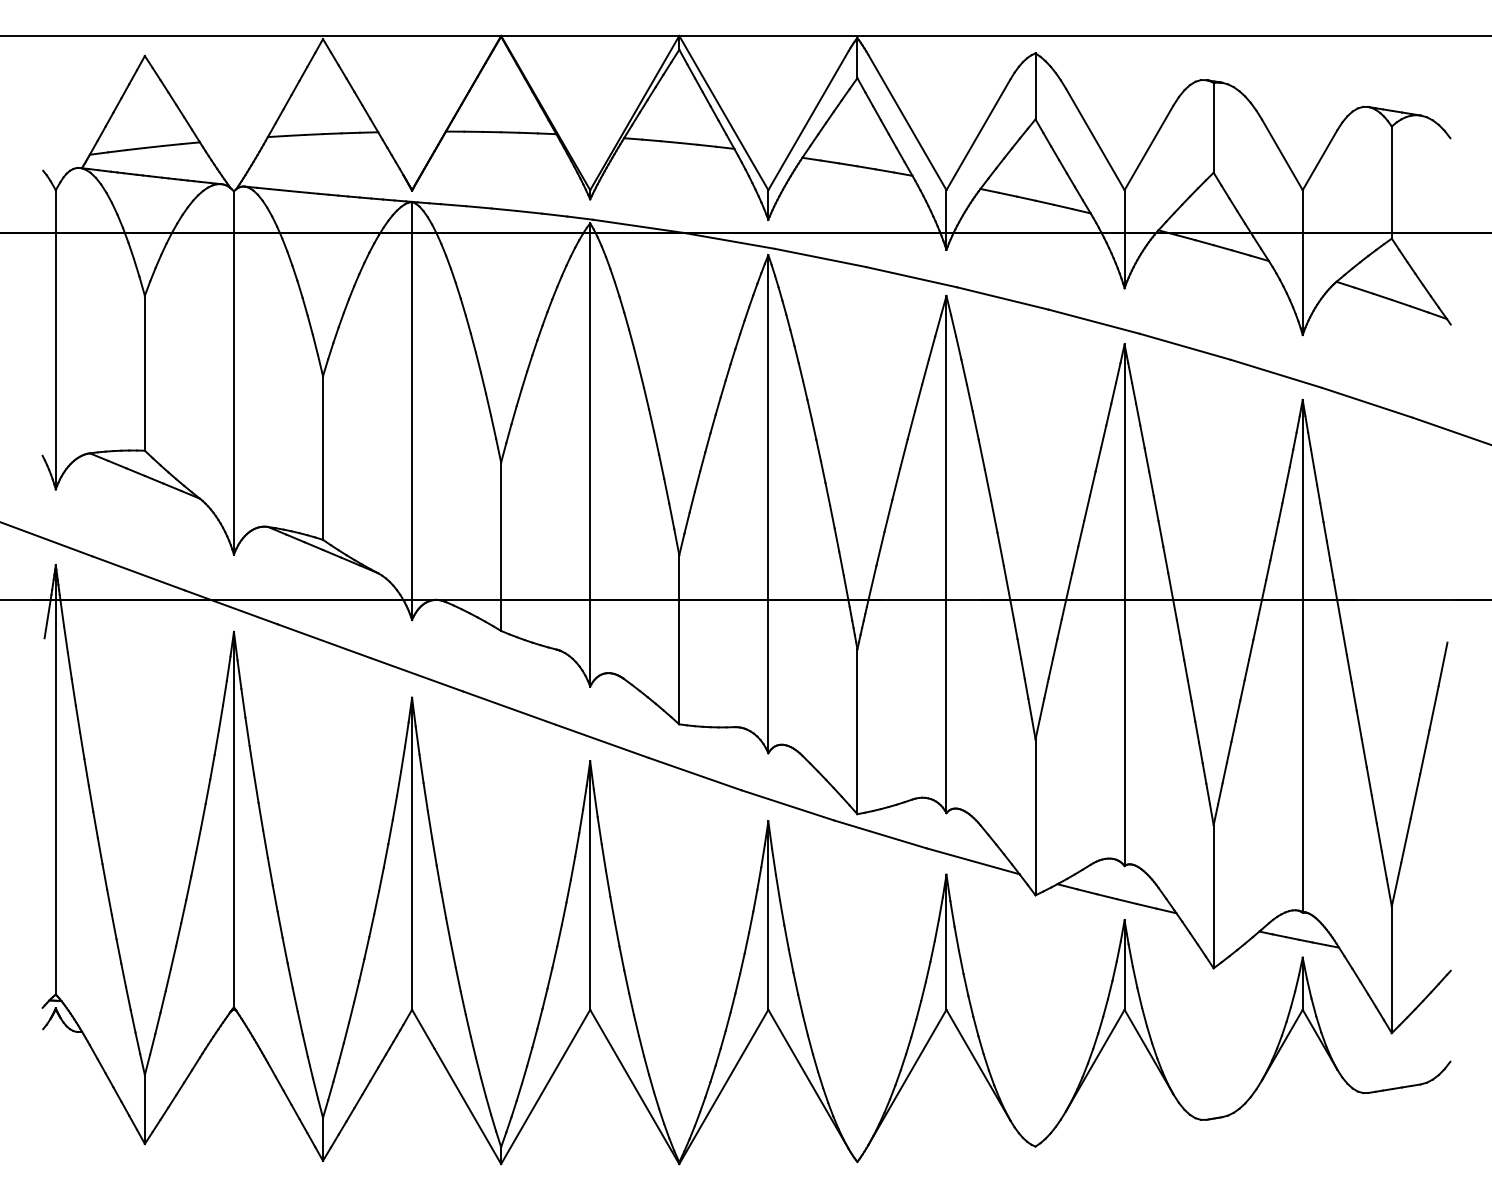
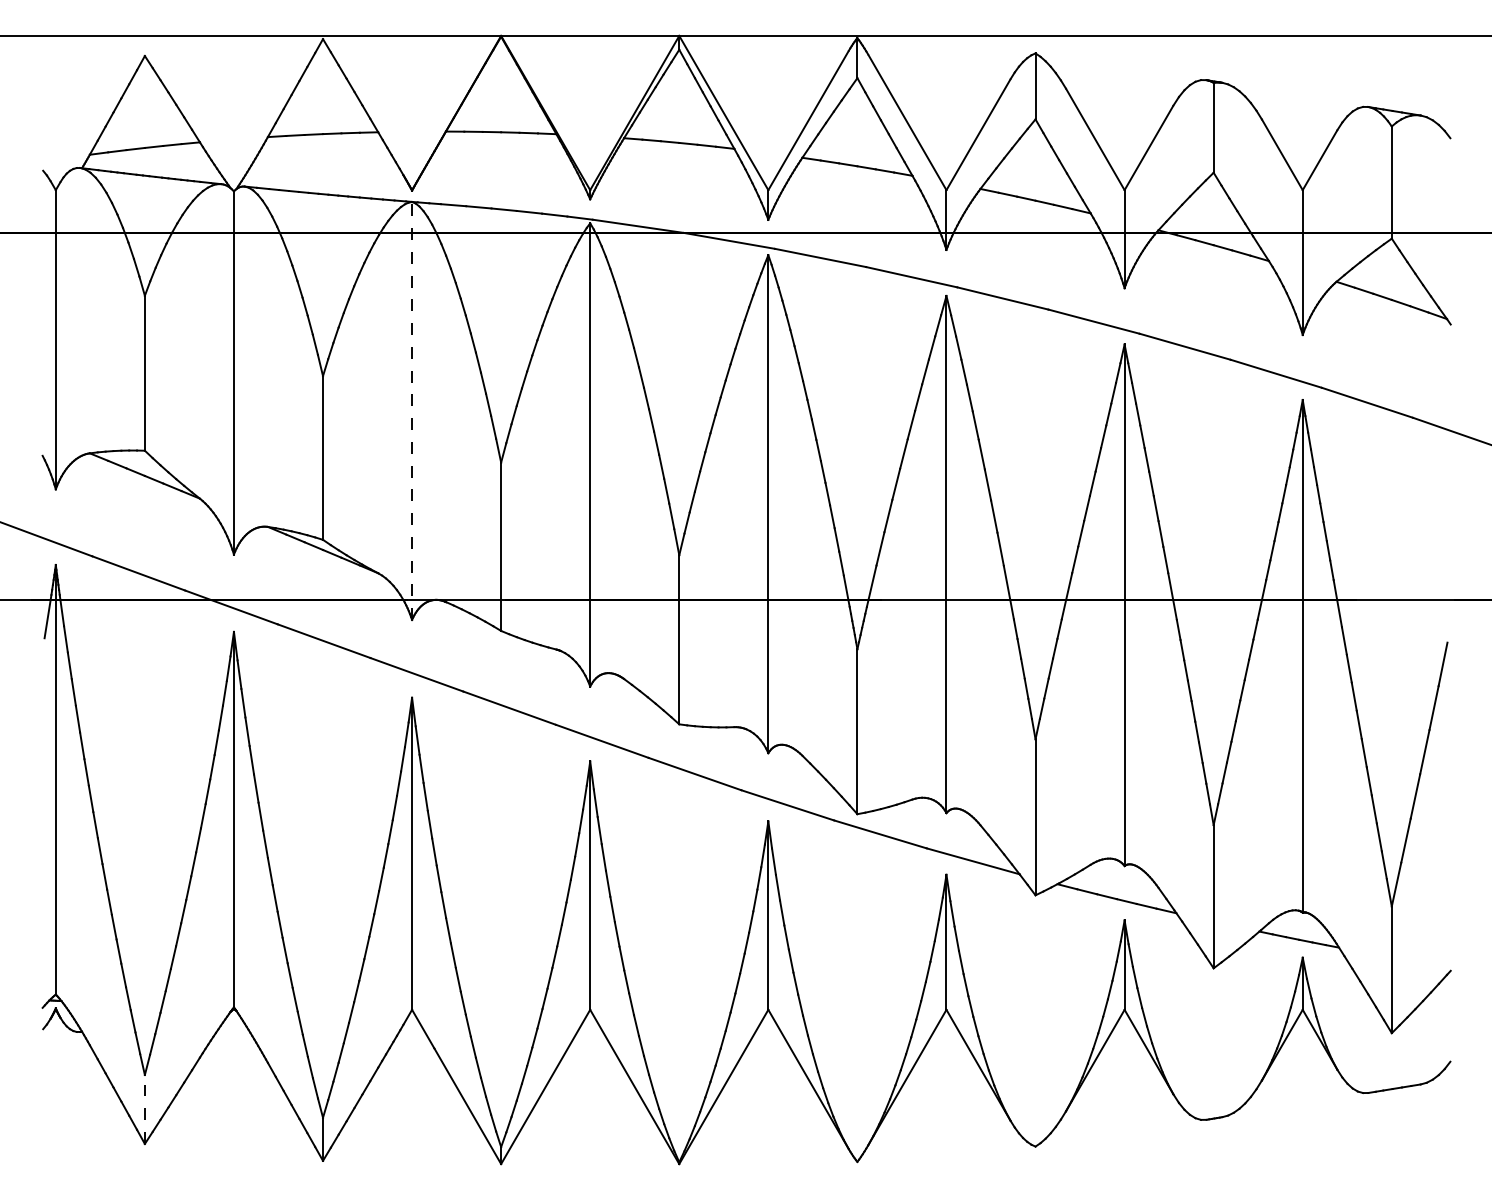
line at (412, 410): solid -> dashed
line at (144, 1108): solid -> dashed
